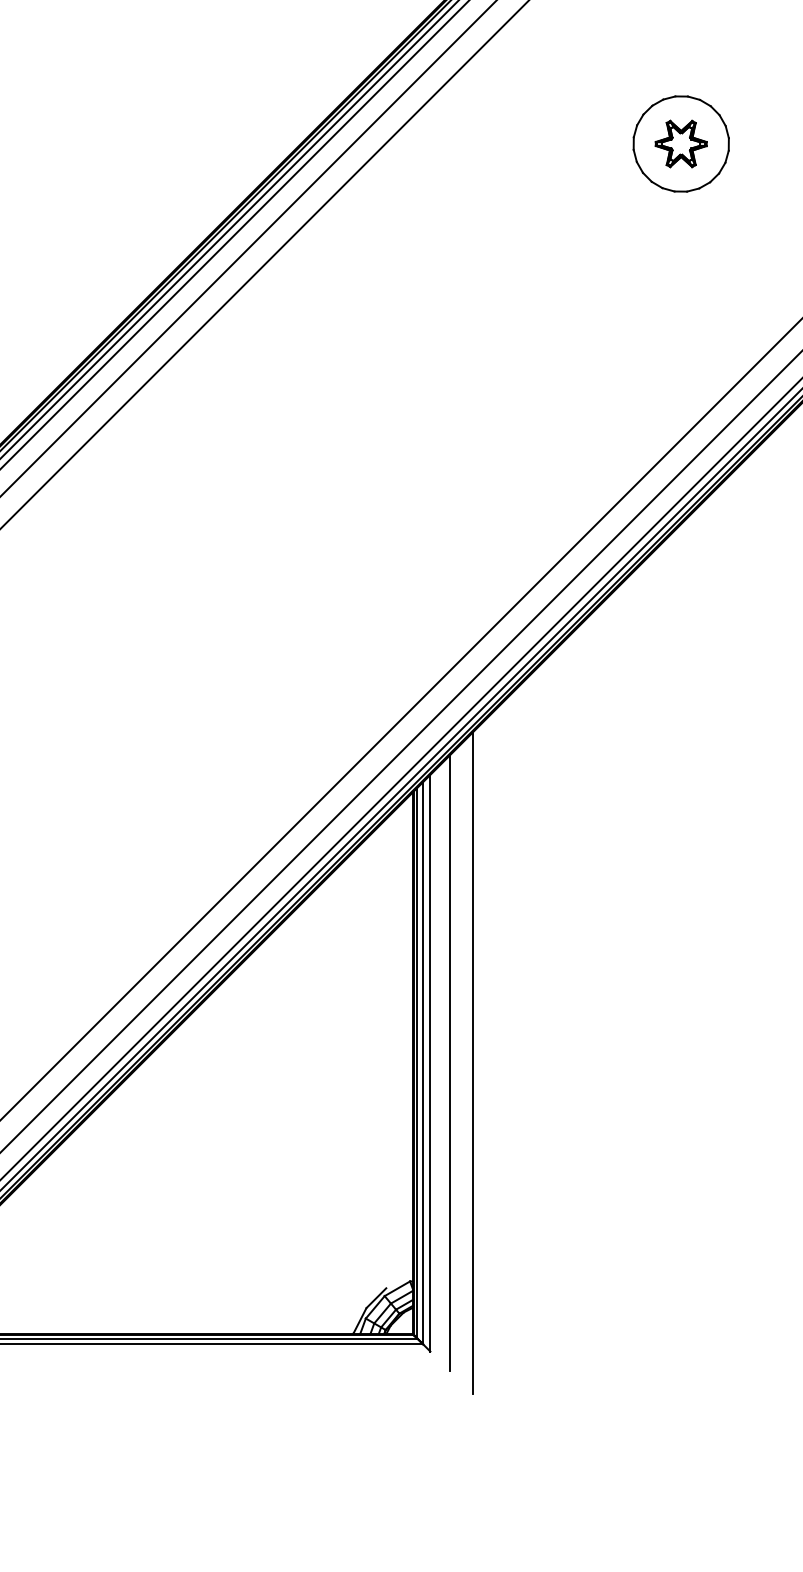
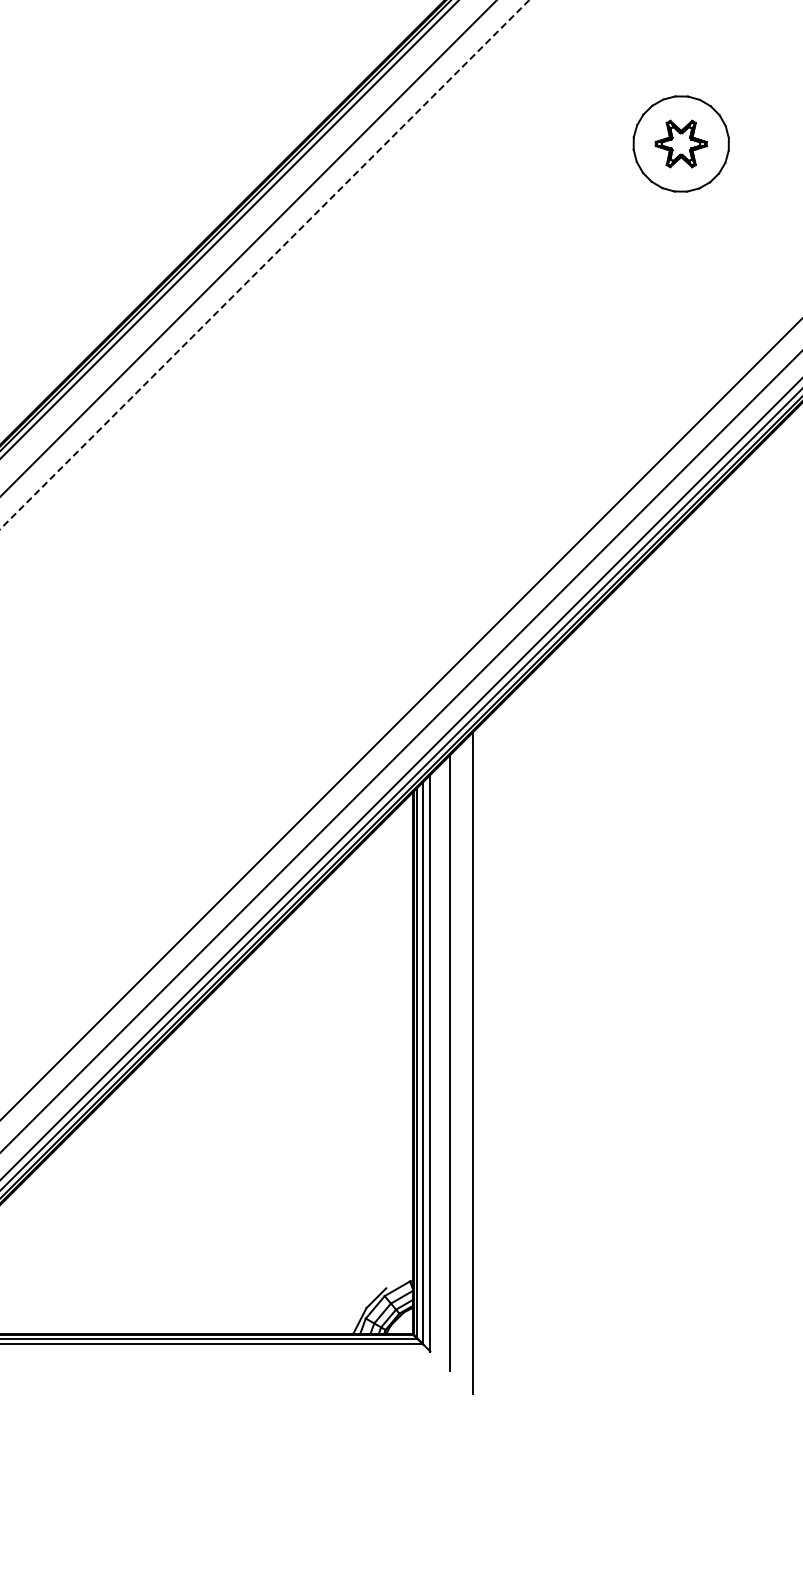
line at (234, 234): present -> none
line at (264, 264): solid -> dashed
